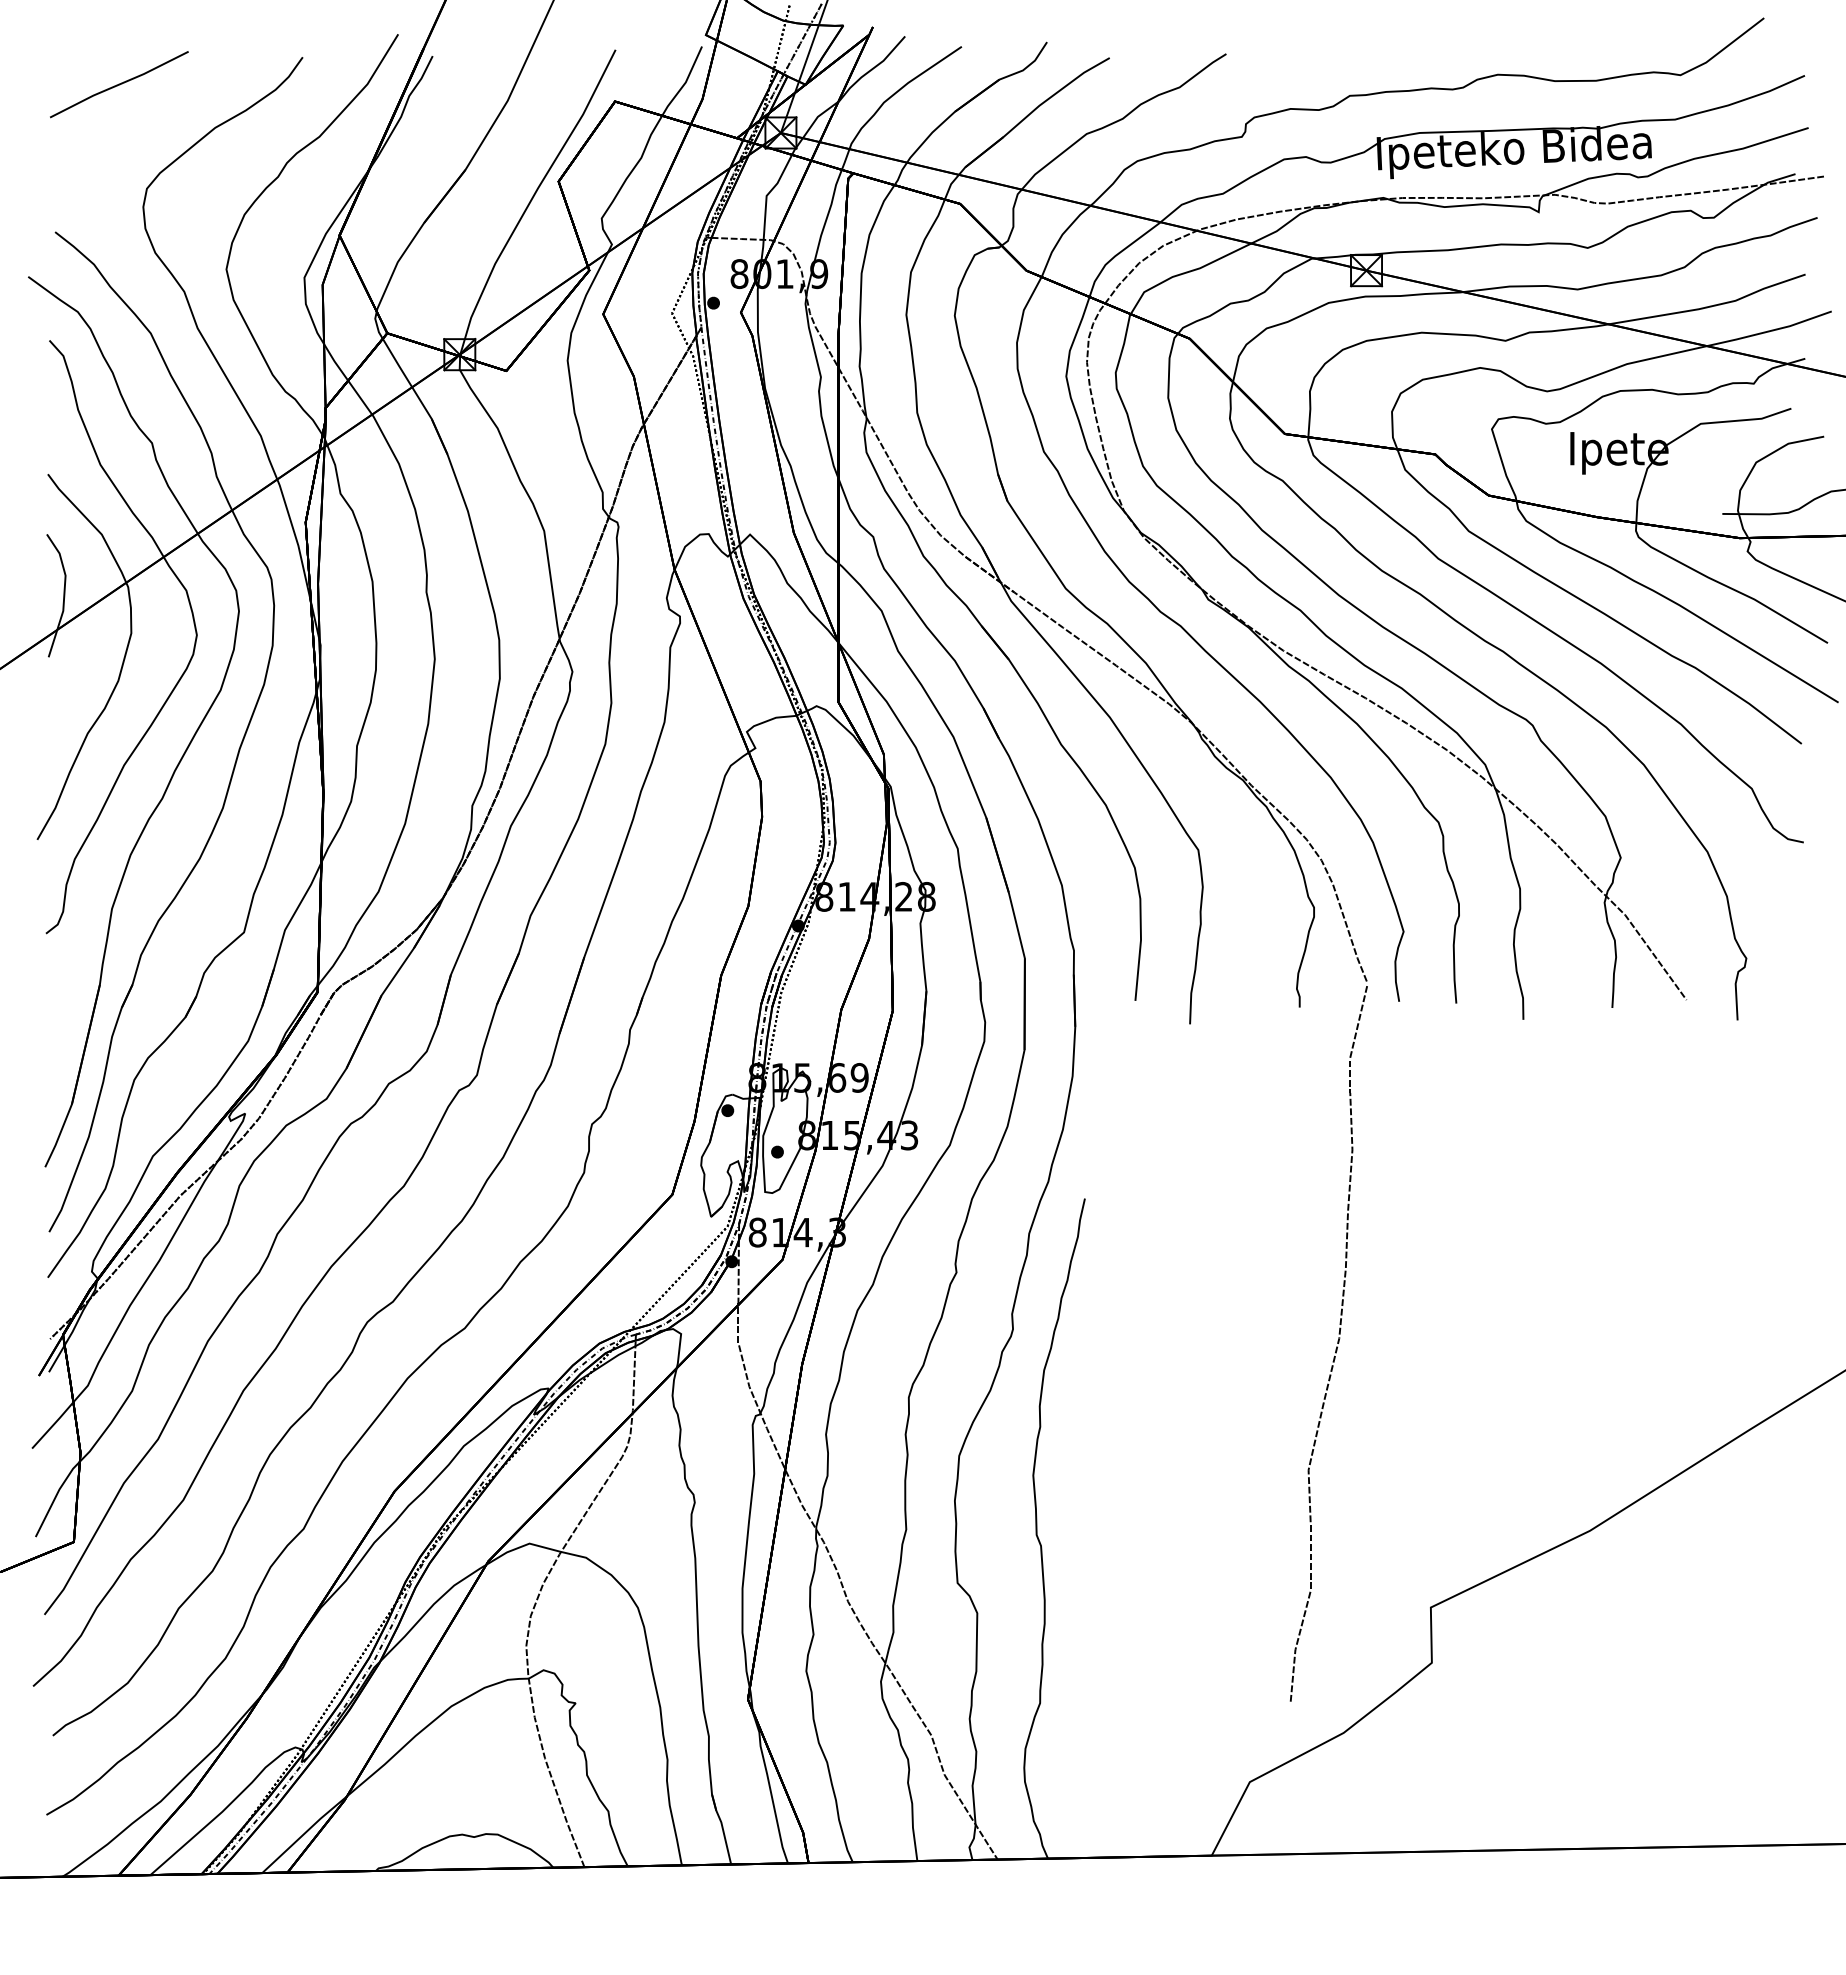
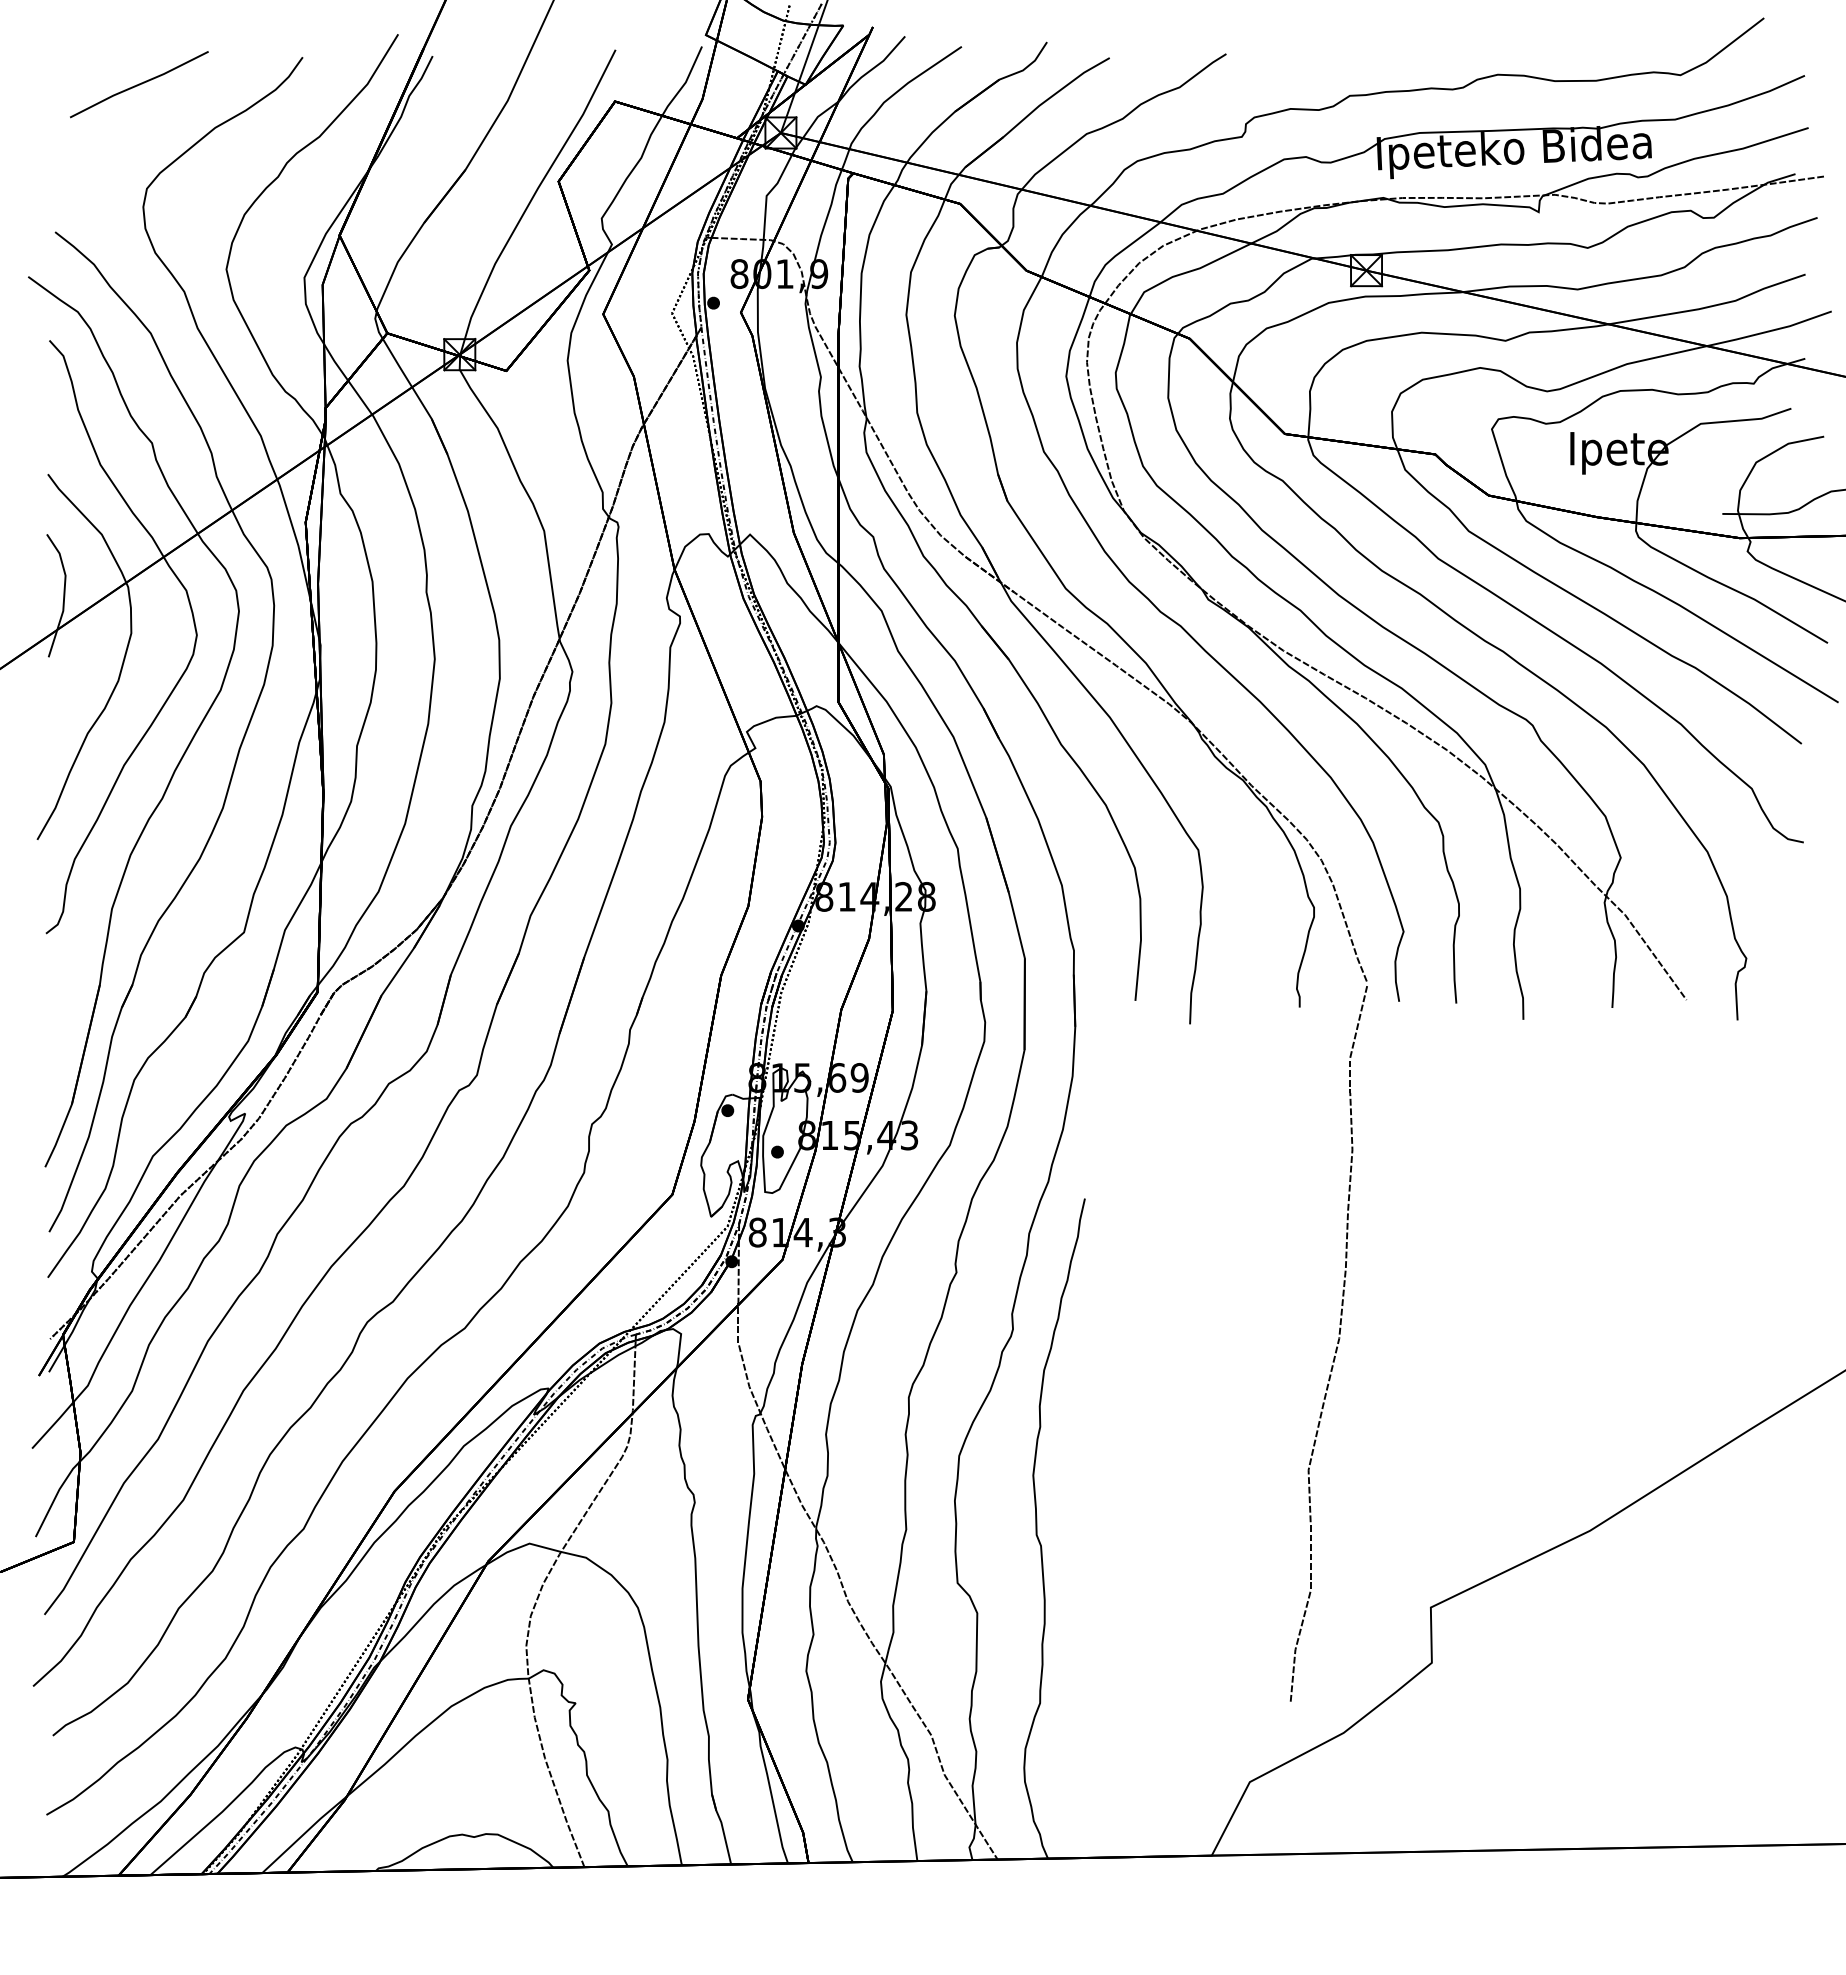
line at (119, 84) position: (119, 84) -> (139, 84)
